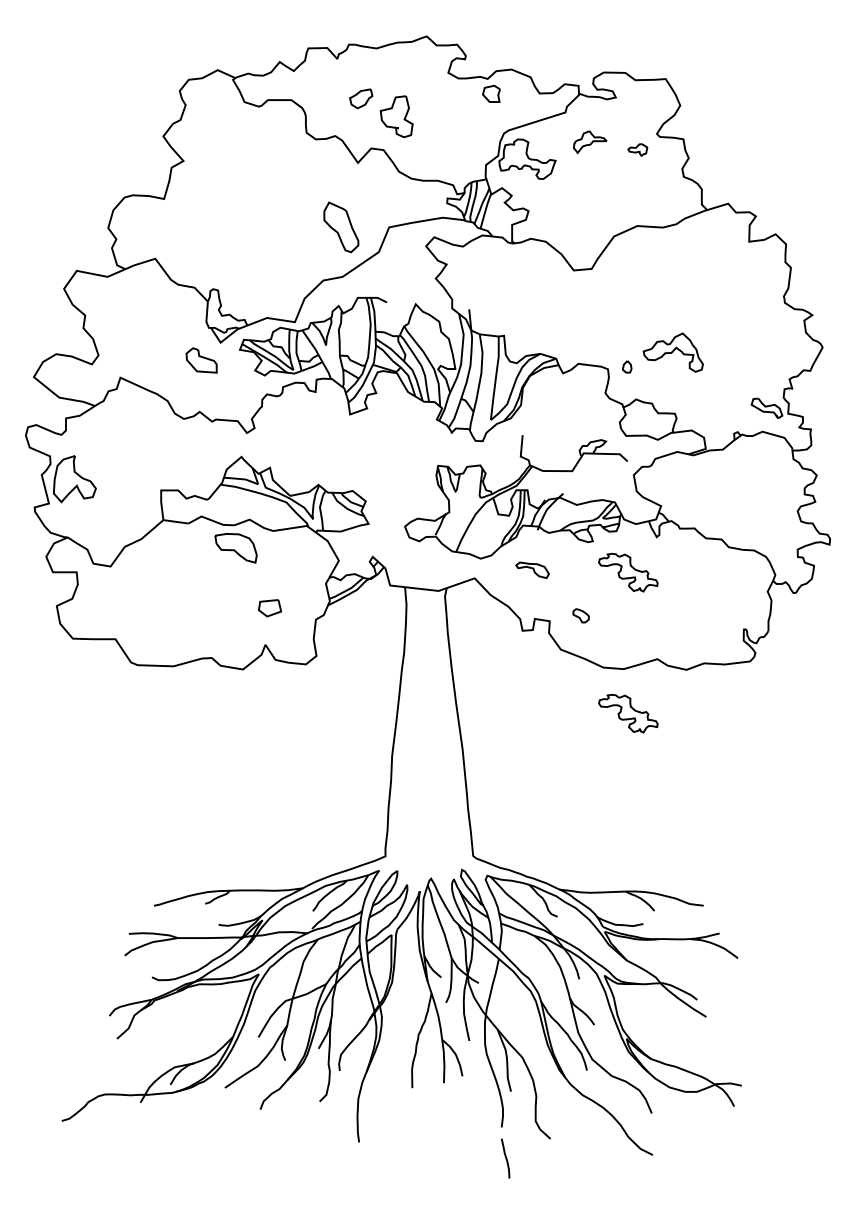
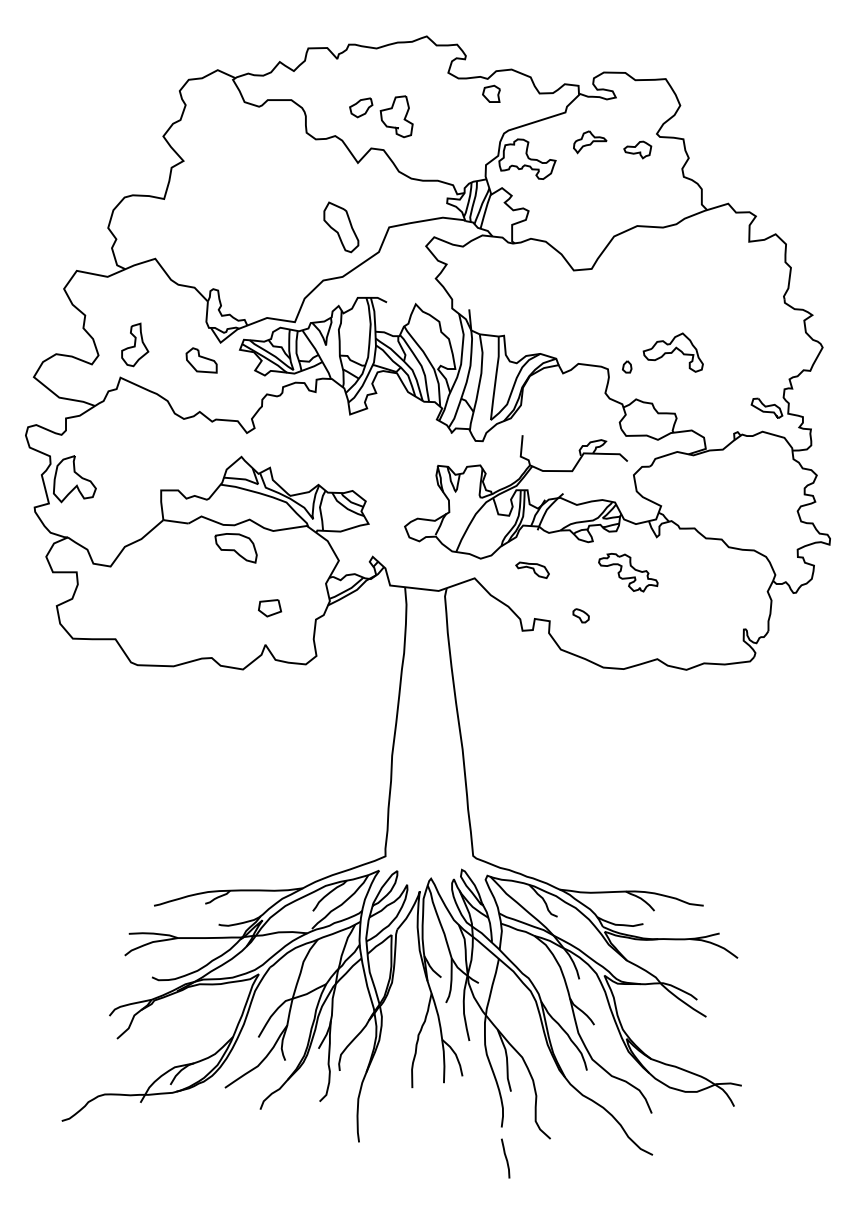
part at (361, 98) position: (361, 98) -> (361, 107)
part at (637, 149) size: 22x14 px -> 30x20 px
part at (135, 344): none -> present
part at (628, 713): present -> none
